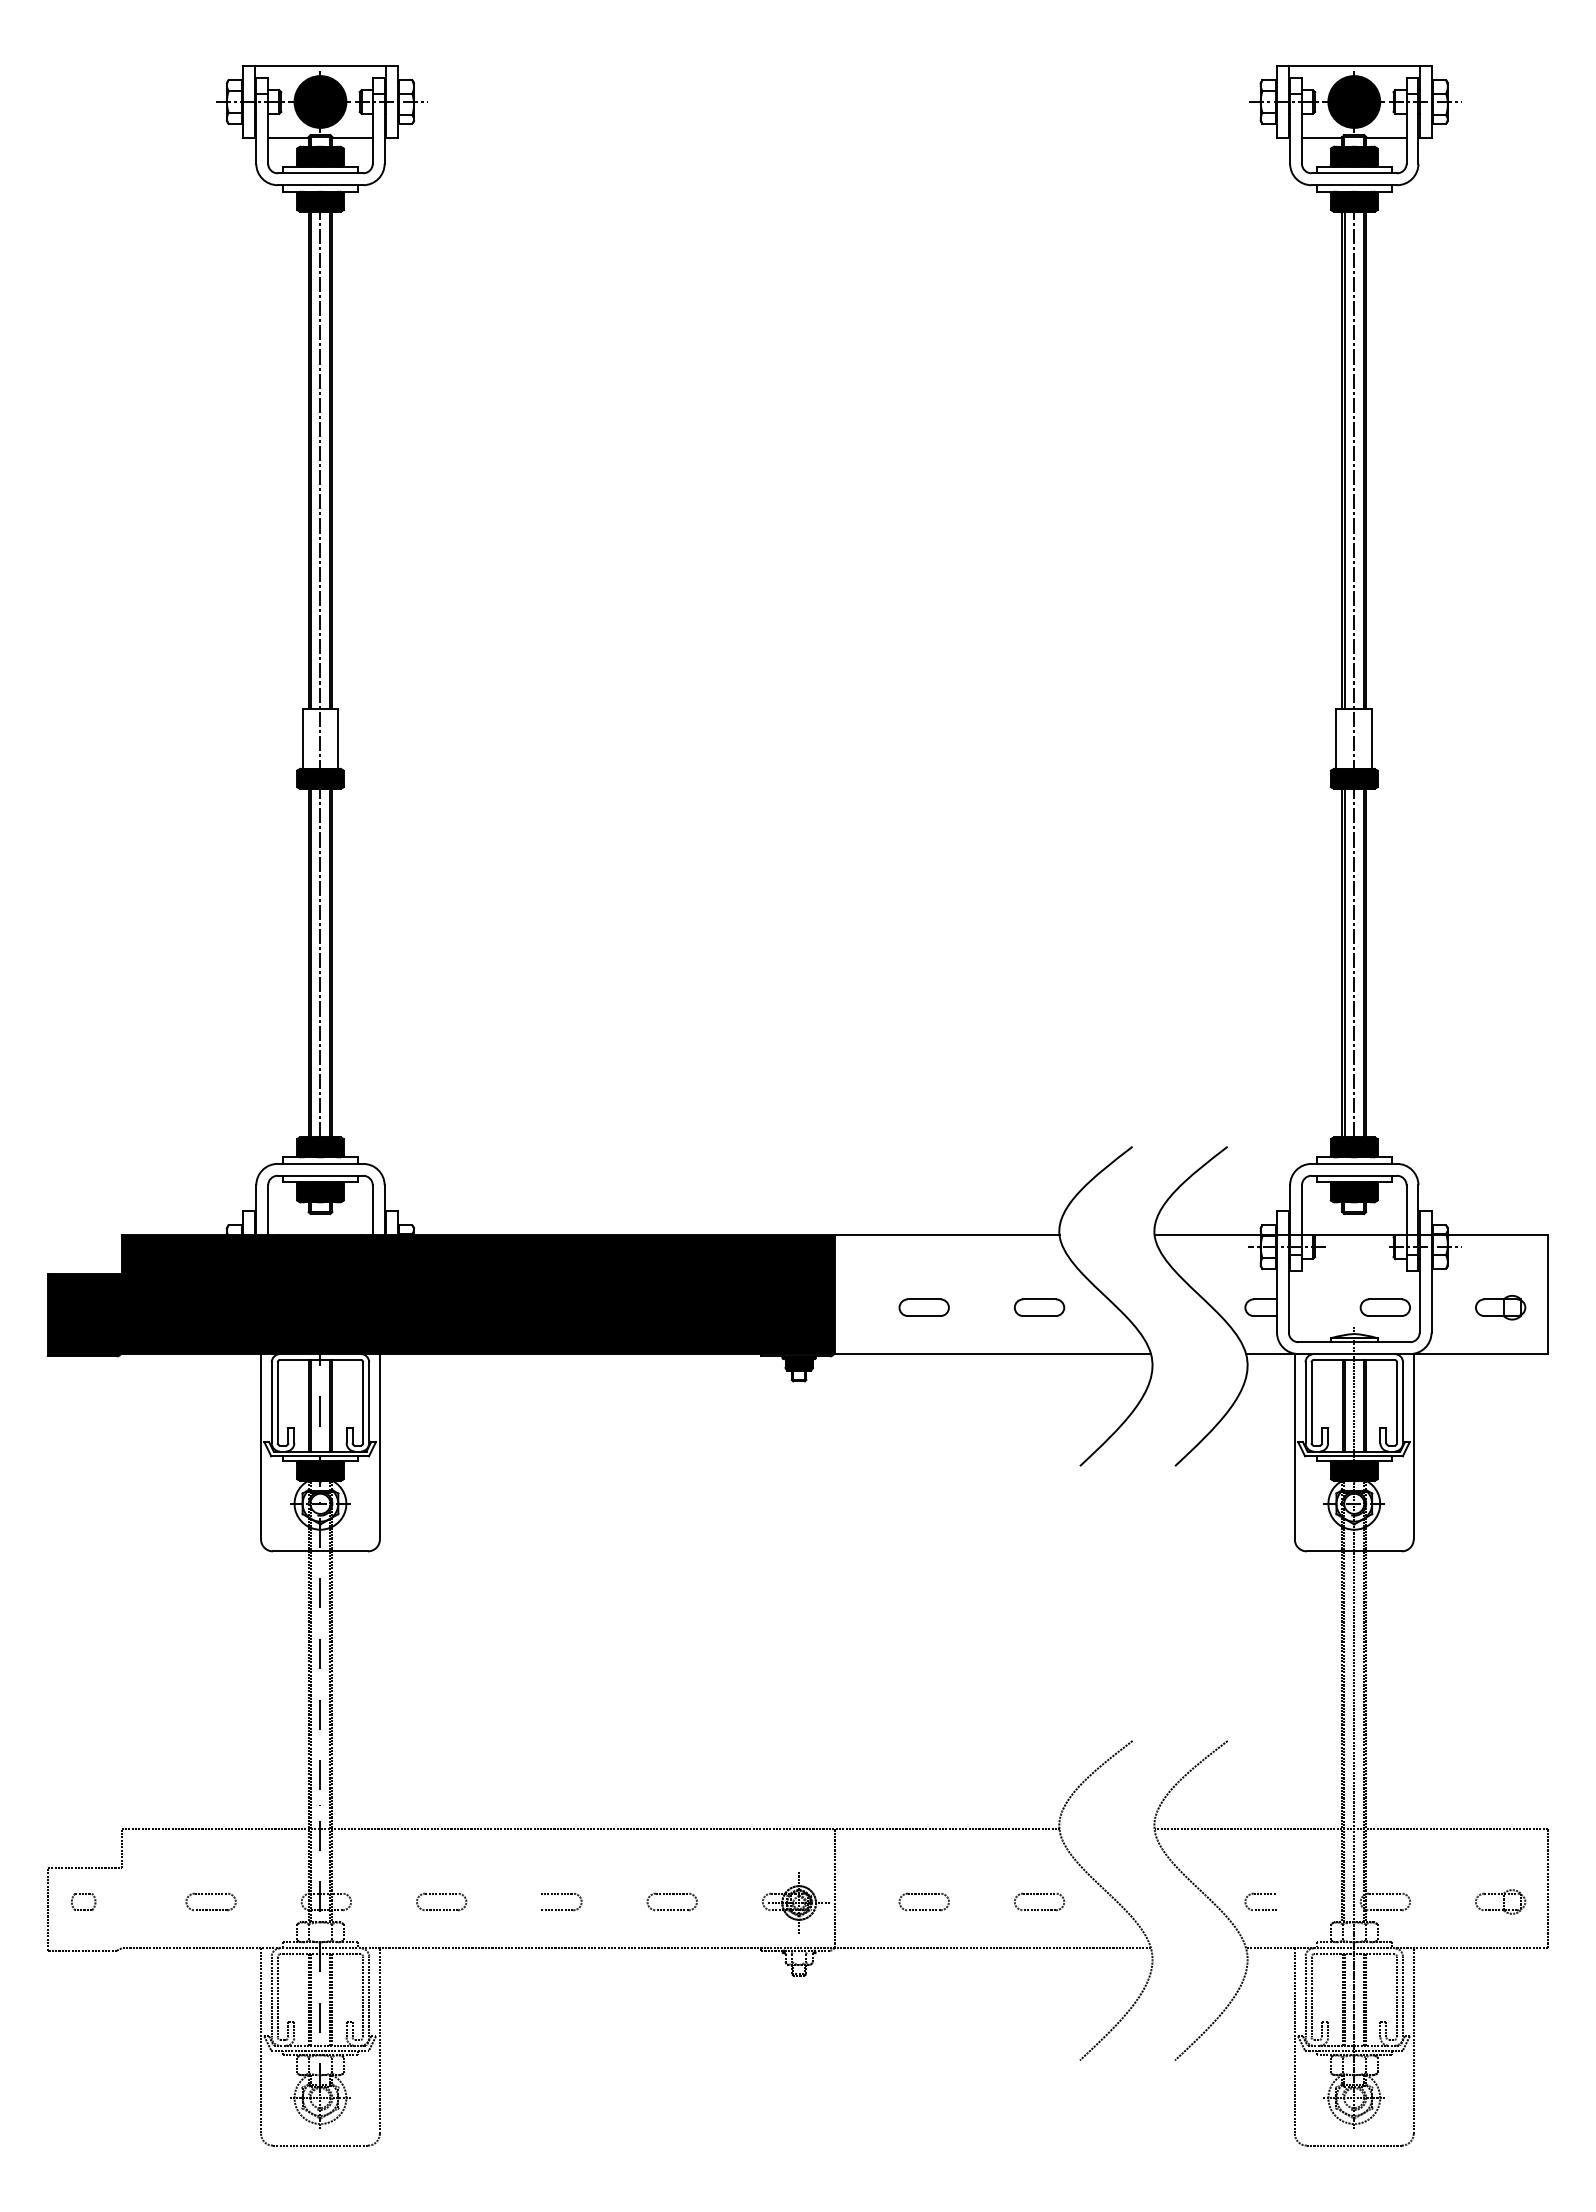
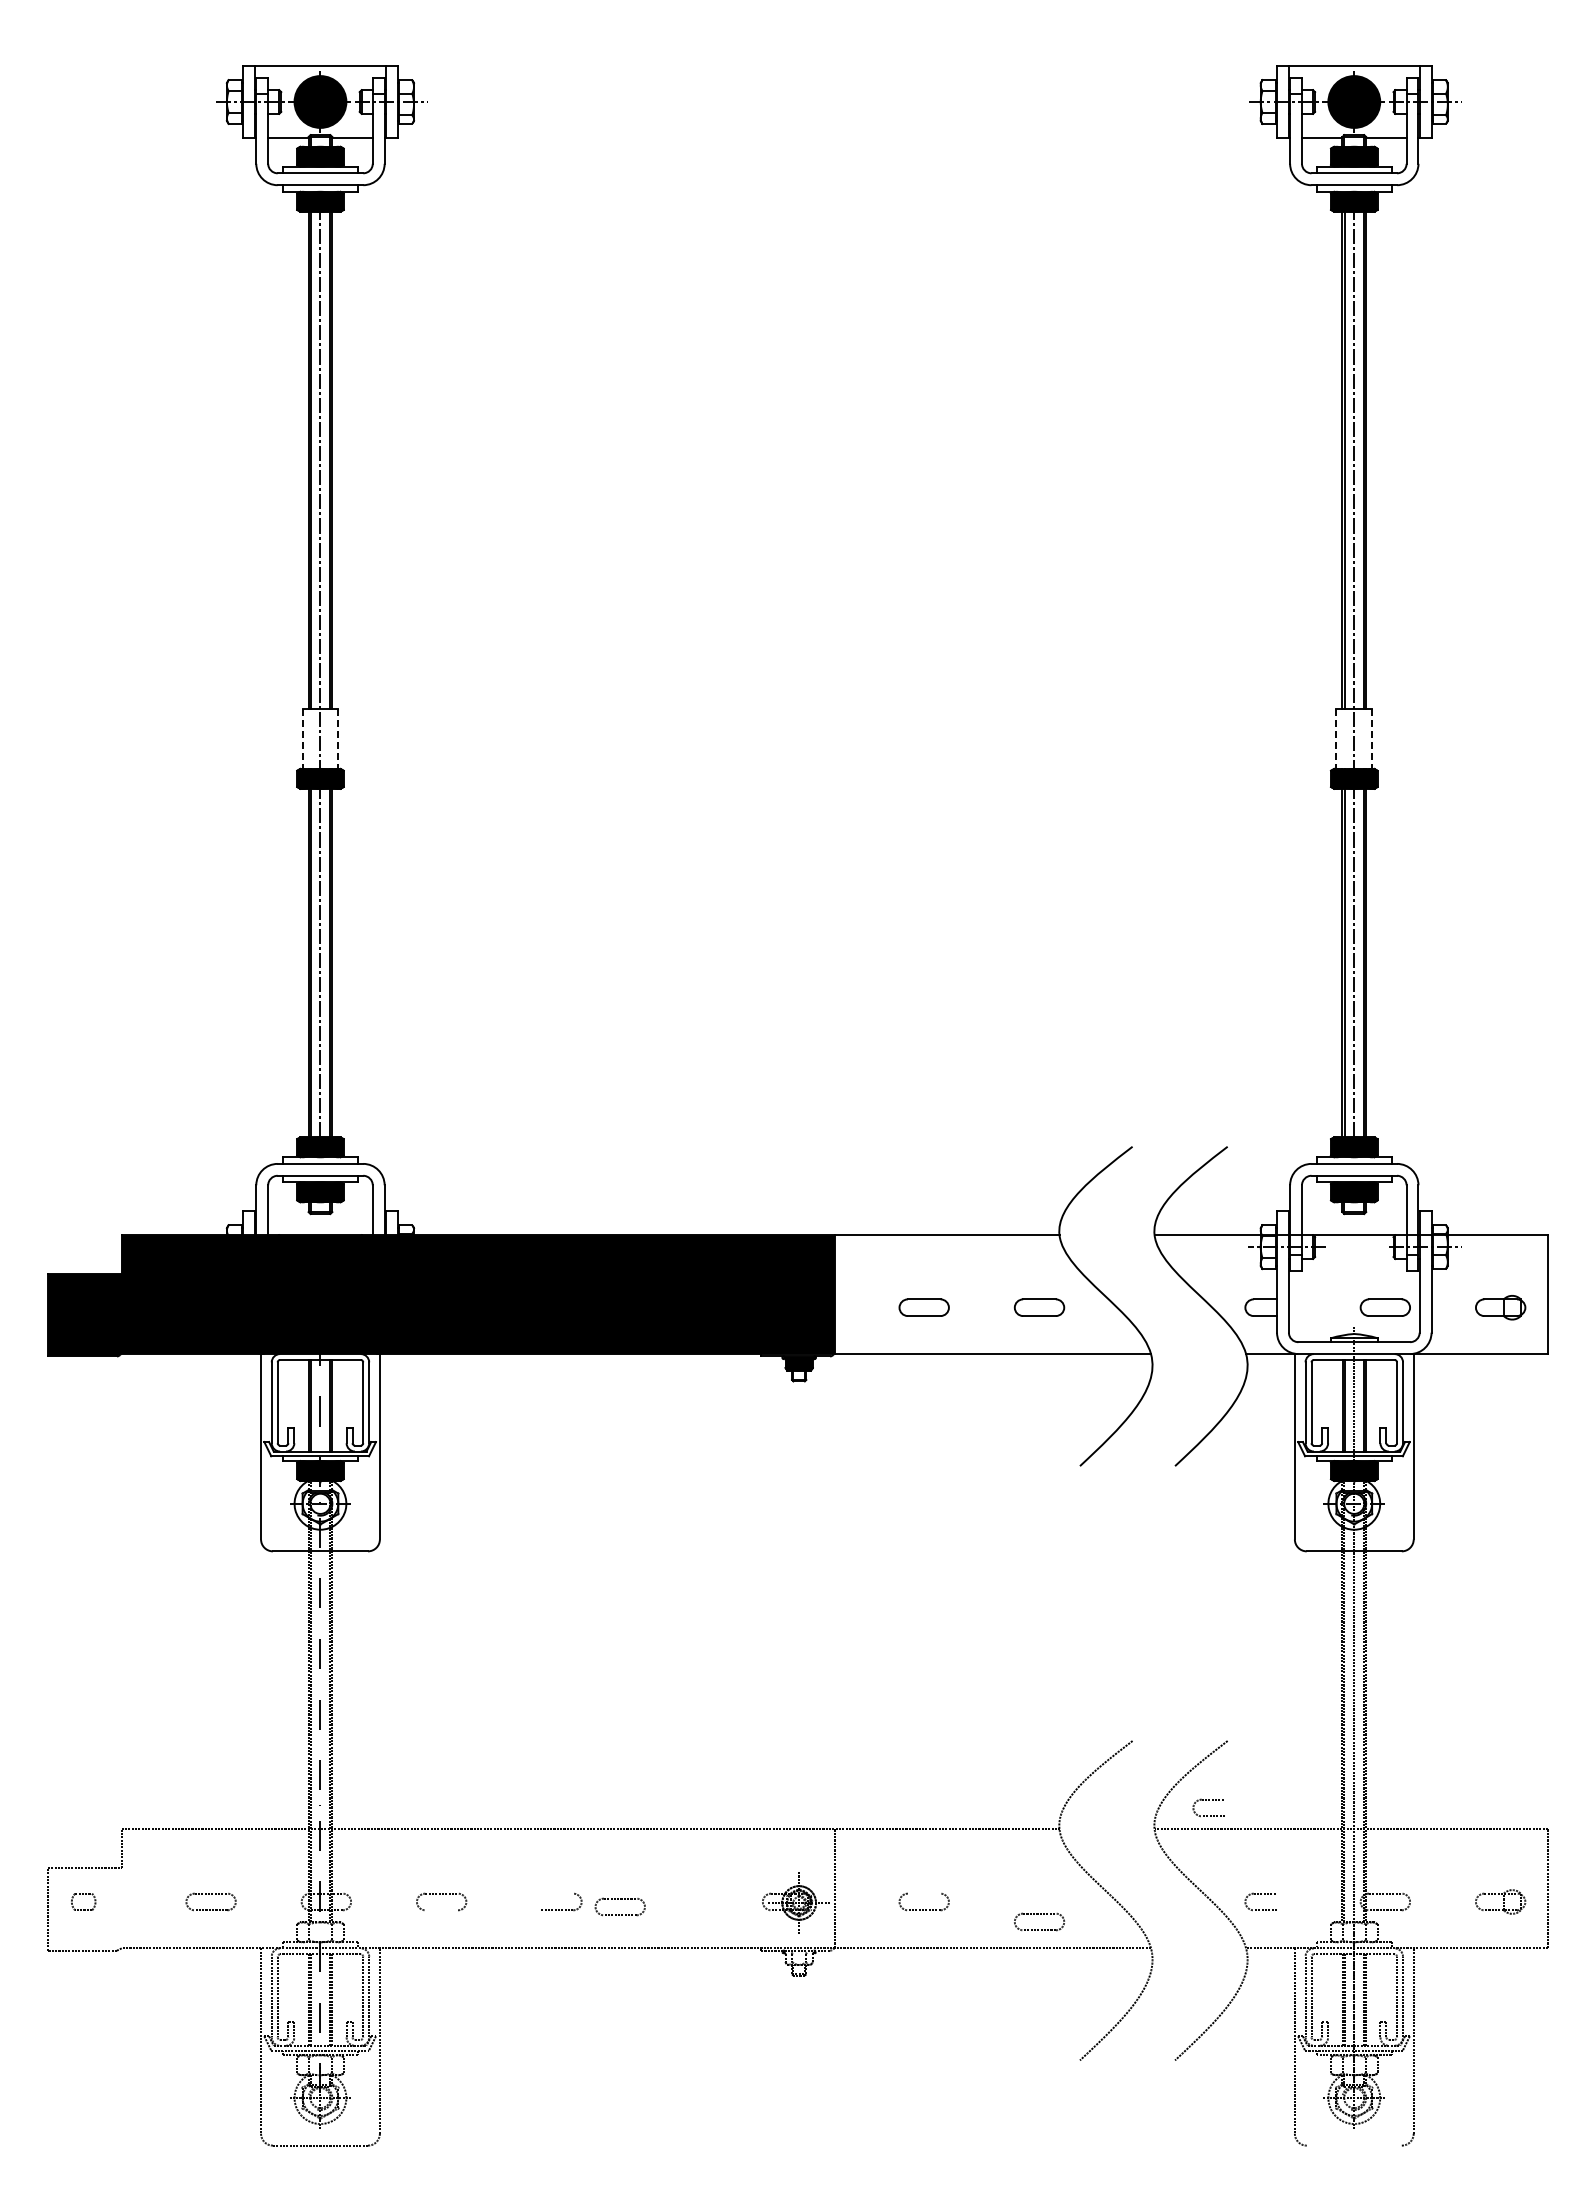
line at (302, 739): solid -> dashed
line at (338, 739): solid -> dashed
line at (1336, 739): solid -> dashed
line at (1372, 739): solid -> dashed
part at (1208, 1800): none -> present
line at (556, 1893): present -> none
line at (923, 1893): present -> none
part at (670, 1894) position: (670, 1894) -> (618, 1899)
part at (1038, 1894) position: (1038, 1894) -> (1038, 1914)
line at (441, 1910): present -> none
line at (1353, 2145): present -> none
